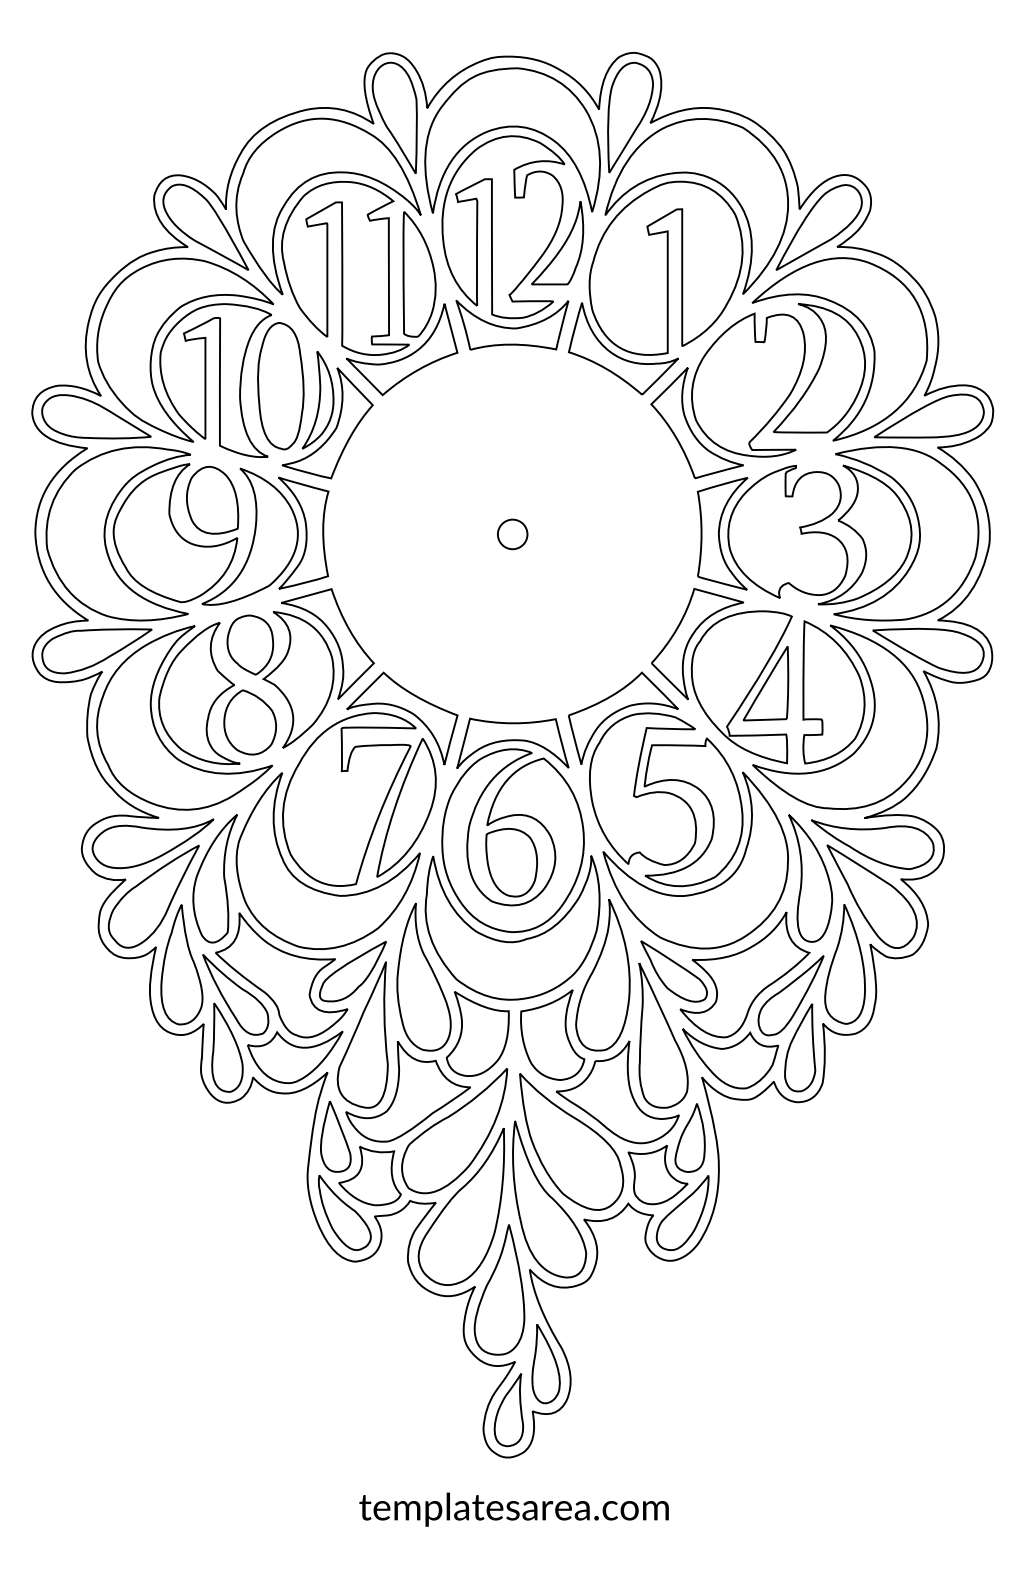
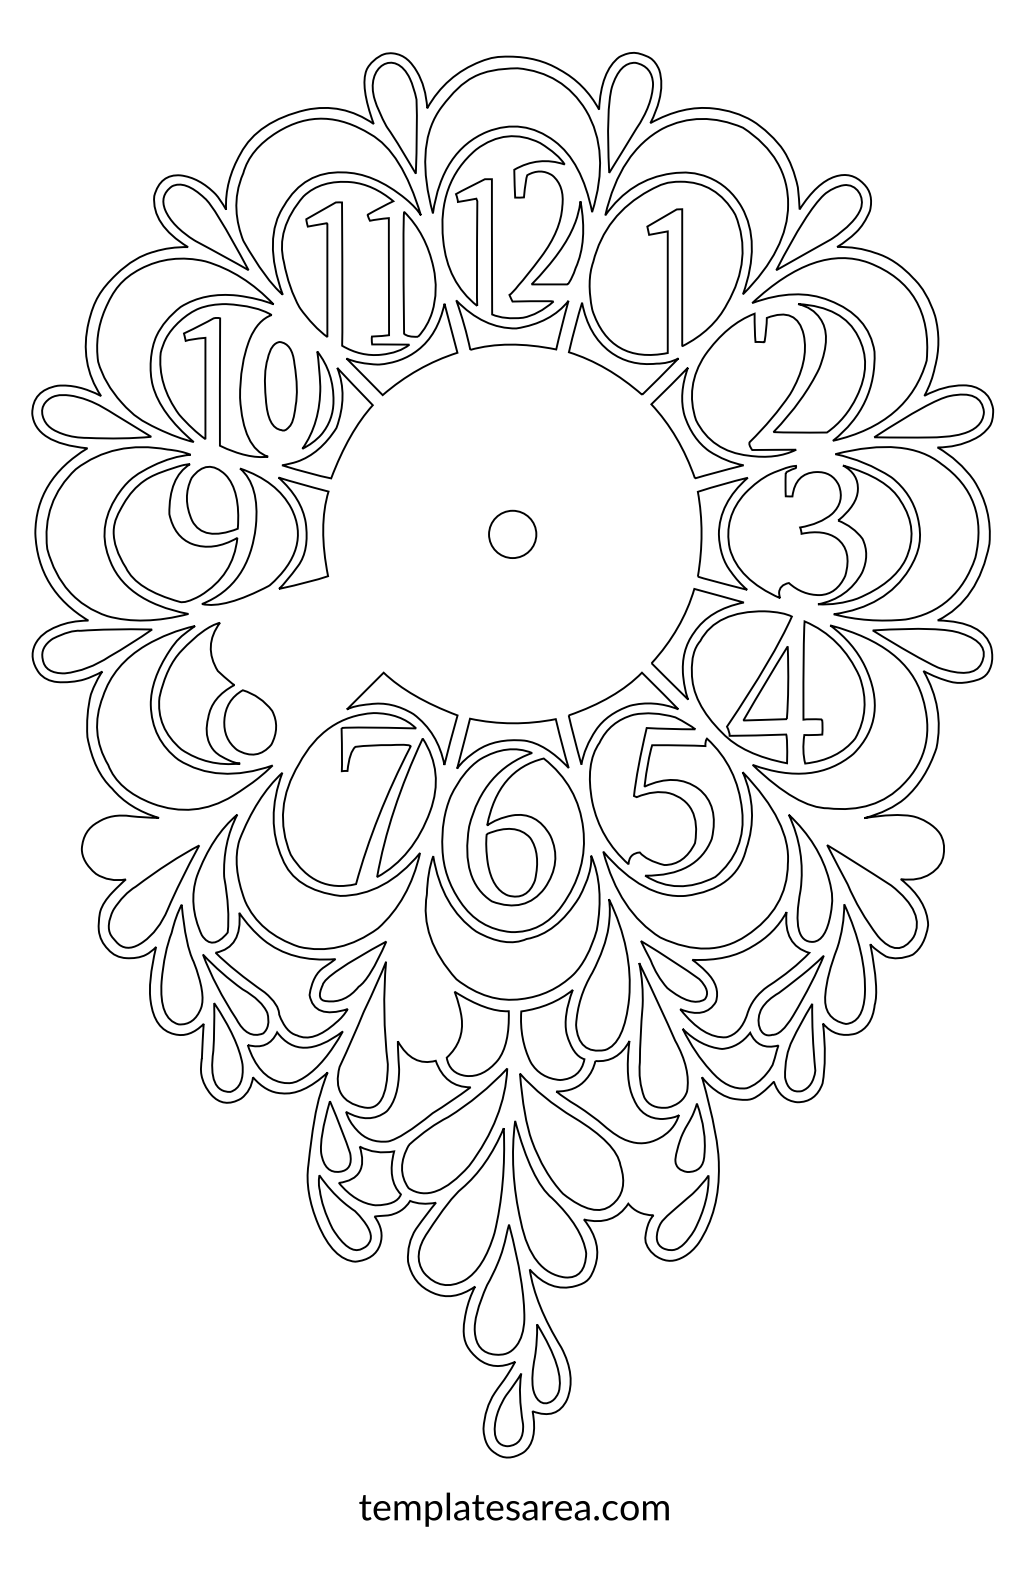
part at (280, 386) size: 48x129 px -> 34x91 px
circle at (512, 534) diameter: 30 px -> 47 px
part at (300, 668): present -> none
part at (152, 843): present -> none
part at (872, 844): present -> none
part at (423, 976): present -> none
part at (657, 1175): present -> none
